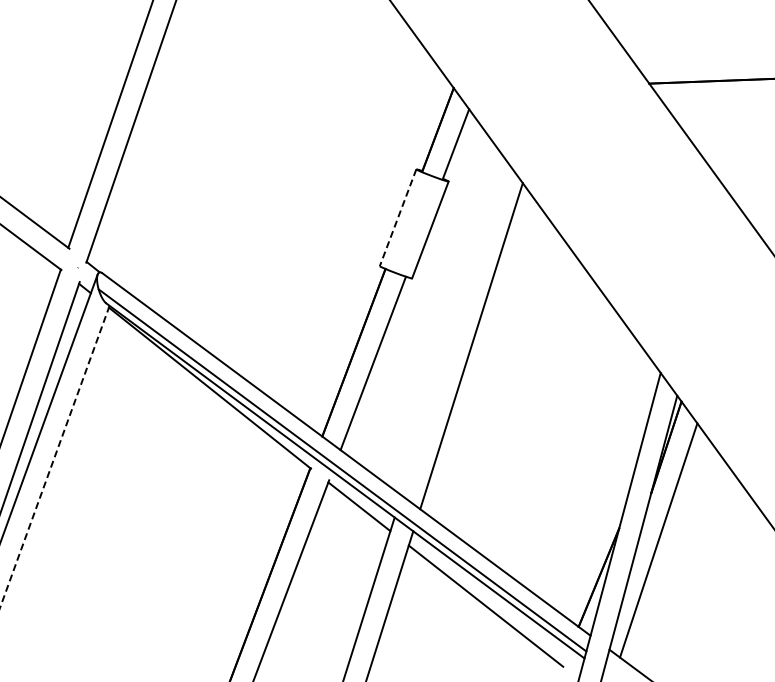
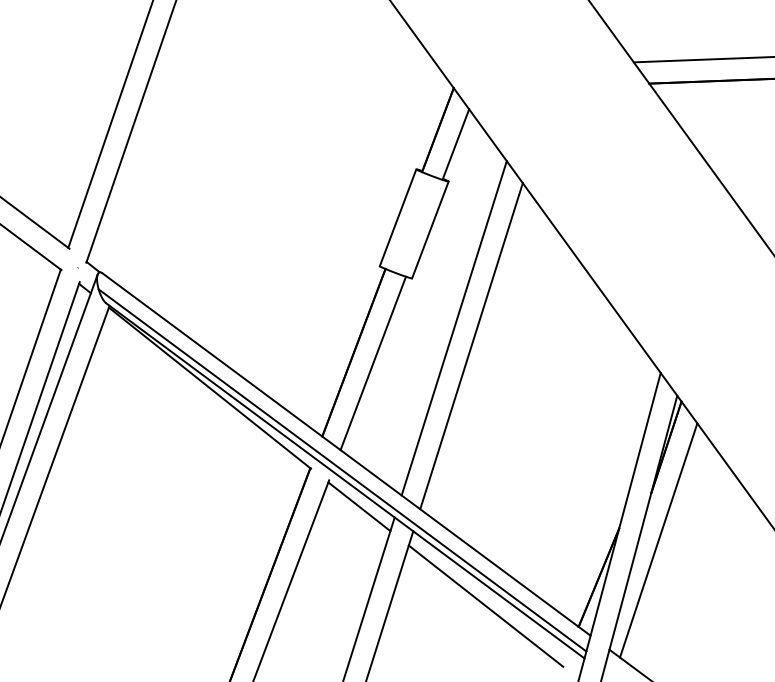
line at (702, 59): none -> present
line at (398, 217): dashed -> solid
line at (453, 328): none -> present
line at (54, 456): dashed -> solid
